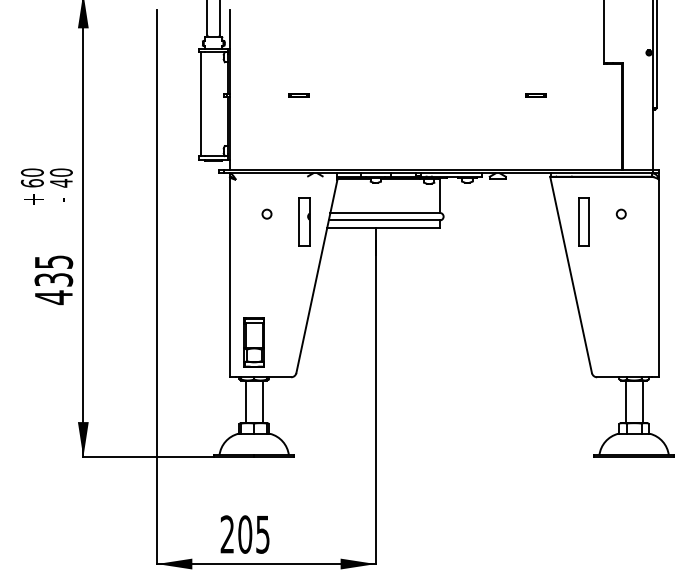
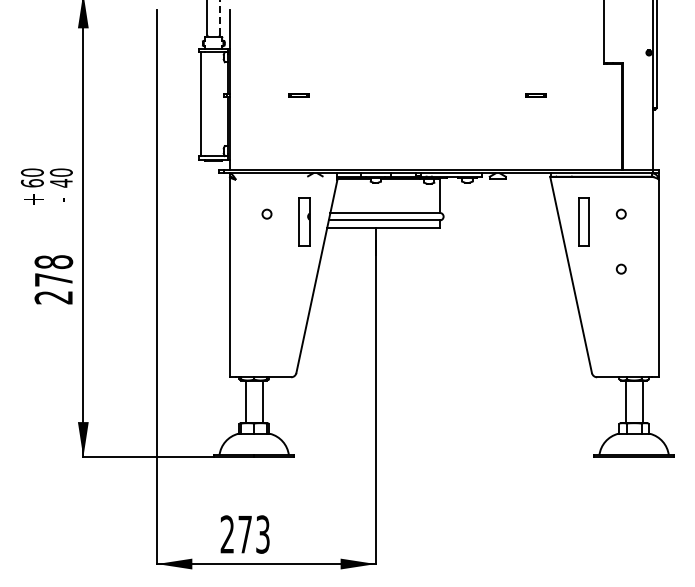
line at (220, 16): solid -> dashed
circle at (620, 268): none -> present
text at (53, 280): 435 -> 278
part at (253, 342): present -> none
text at (253, 534): 205 -> 273
